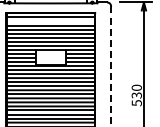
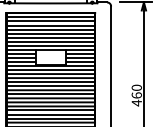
line at (50, 21): none -> present
line at (111, 67): dashed -> solid
text at (136, 99): 530 -> 460
